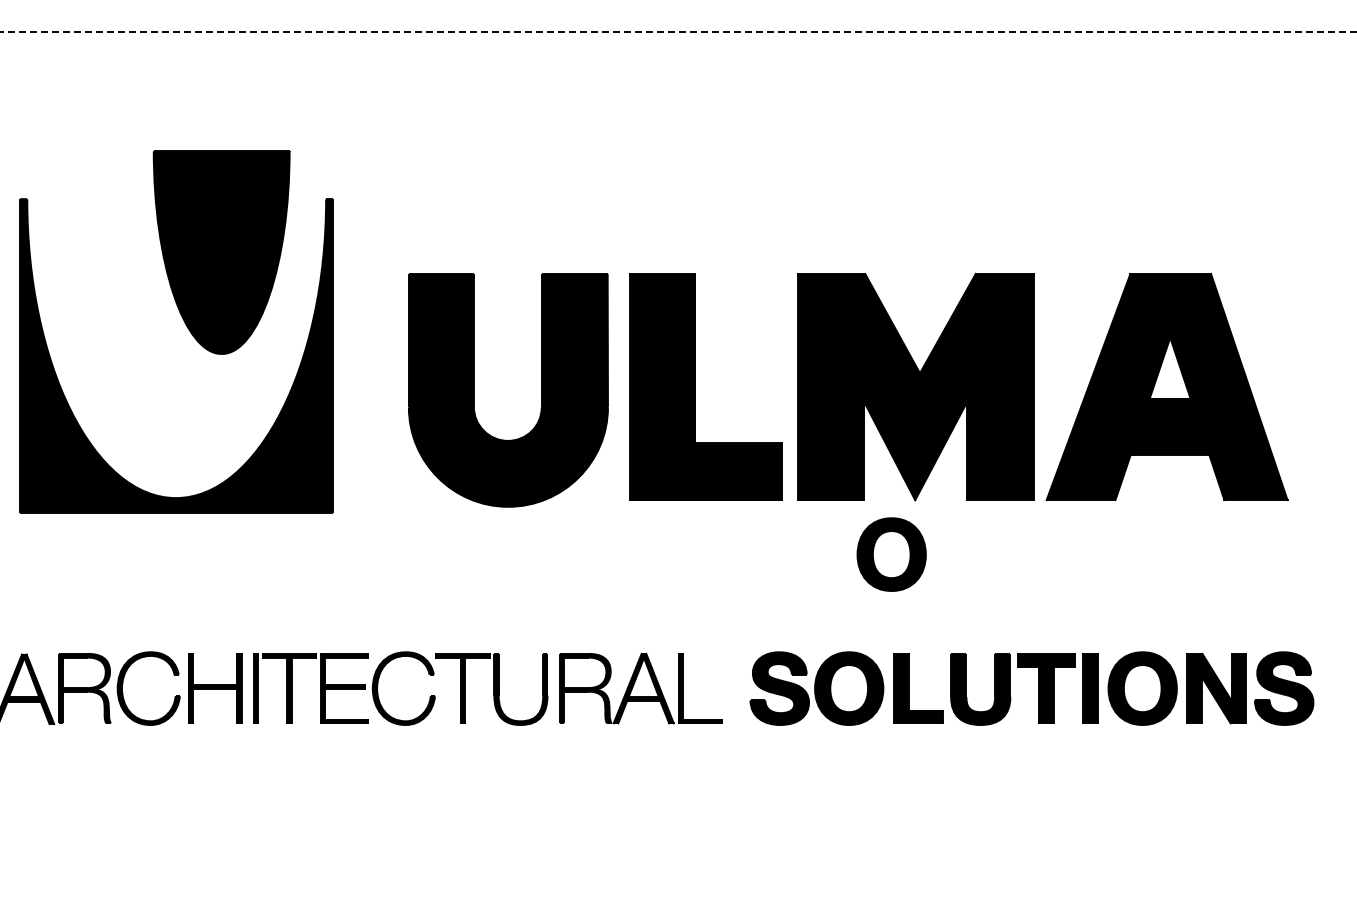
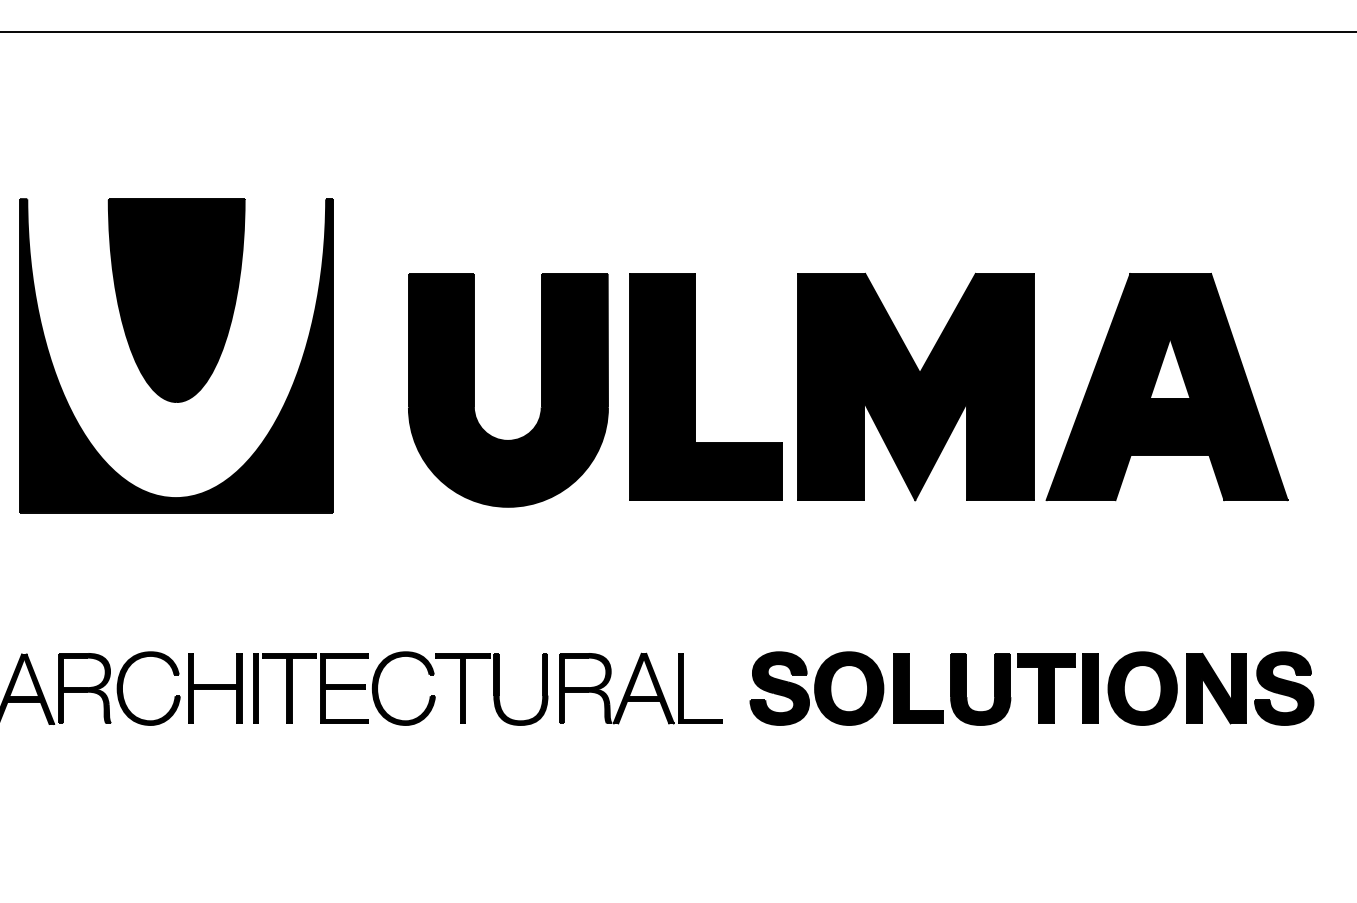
line at (678, 31): dashed -> solid
part at (221, 252) position: (221, 252) -> (176, 300)
part at (891, 554): present -> none
